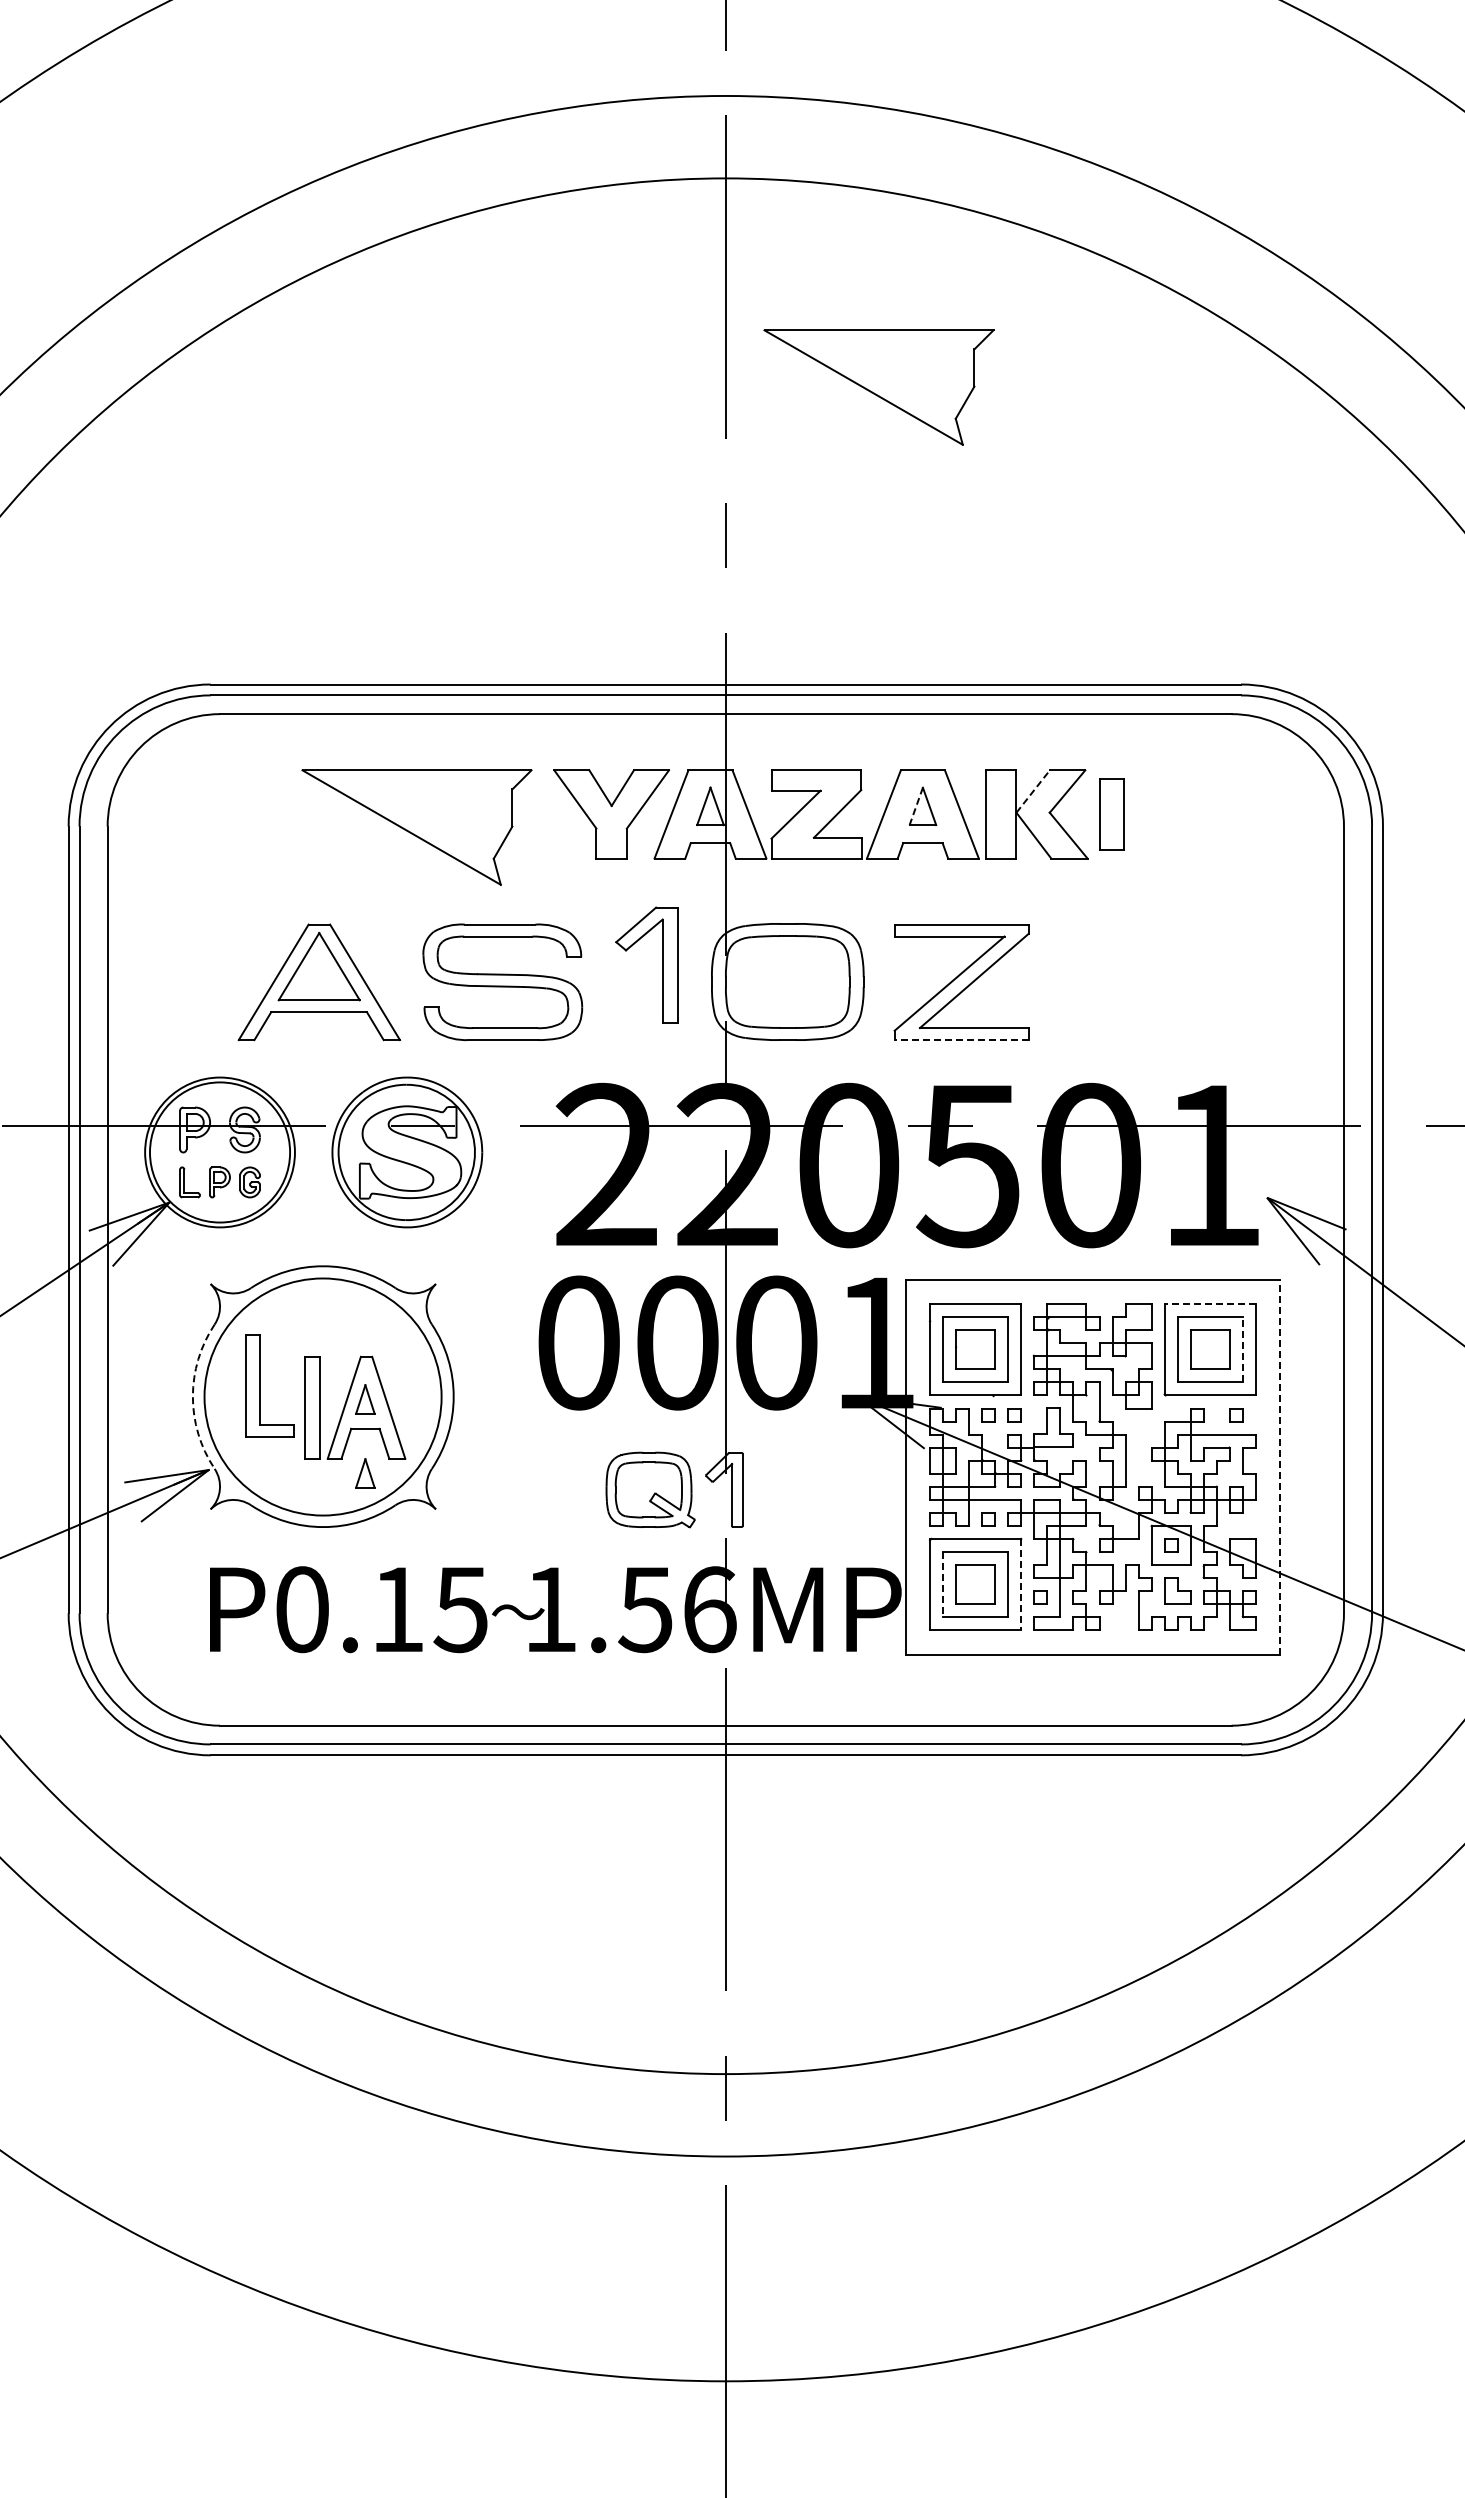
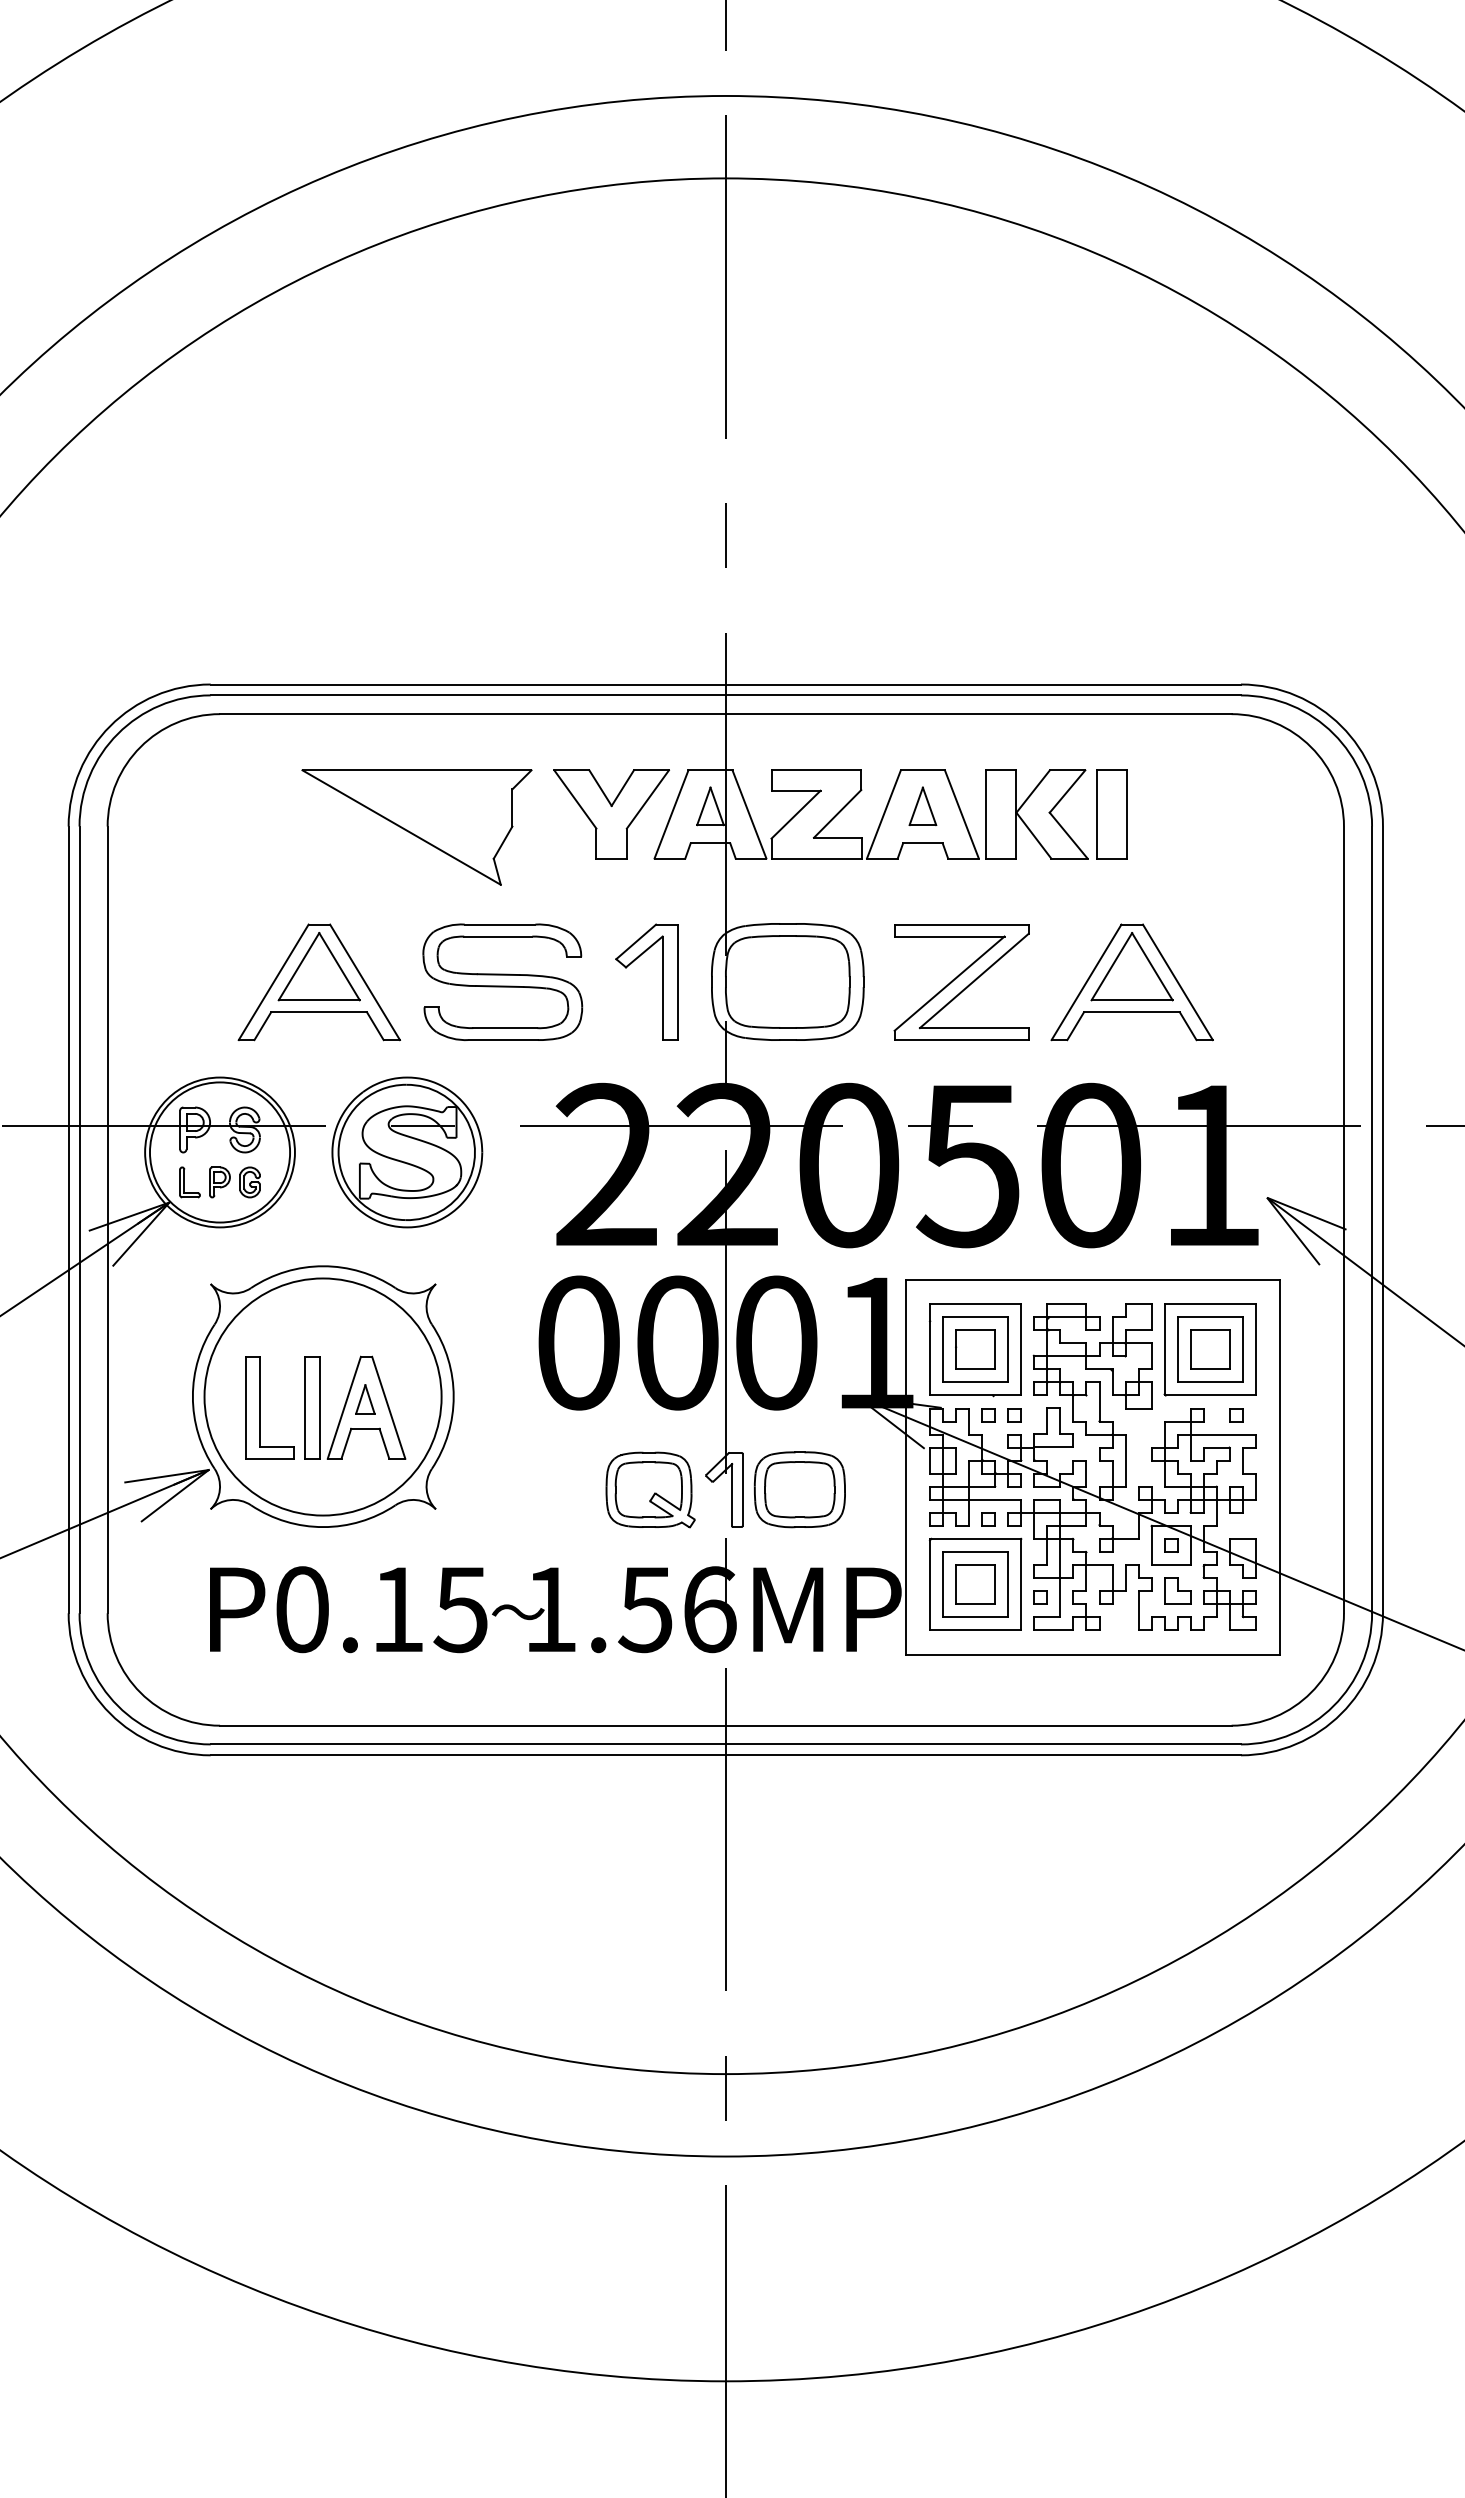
part at (878, 387): present -> none
line at (1033, 791): dashed -> solid
line at (916, 806): dashed -> solid
part at (1111, 814) size: 26x73 px -> 32x91 px
part at (662, 964) position: (662, 964) -> (662, 981)
part at (1131, 982): none -> present
line at (961, 1040): dashed -> solid
line at (1210, 1304): dashed -> solid
line at (1242, 1349): dashed -> solid
part at (260, 1385) position: (260, 1385) -> (260, 1407)
arc at (192, 1396): dashed -> solid
line at (1280, 1466): dashed -> solid
part at (365, 1473): present -> none
part at (799, 1489): none -> present
line at (943, 1584): dashed -> solid
line at (1021, 1584): dashed -> solid
